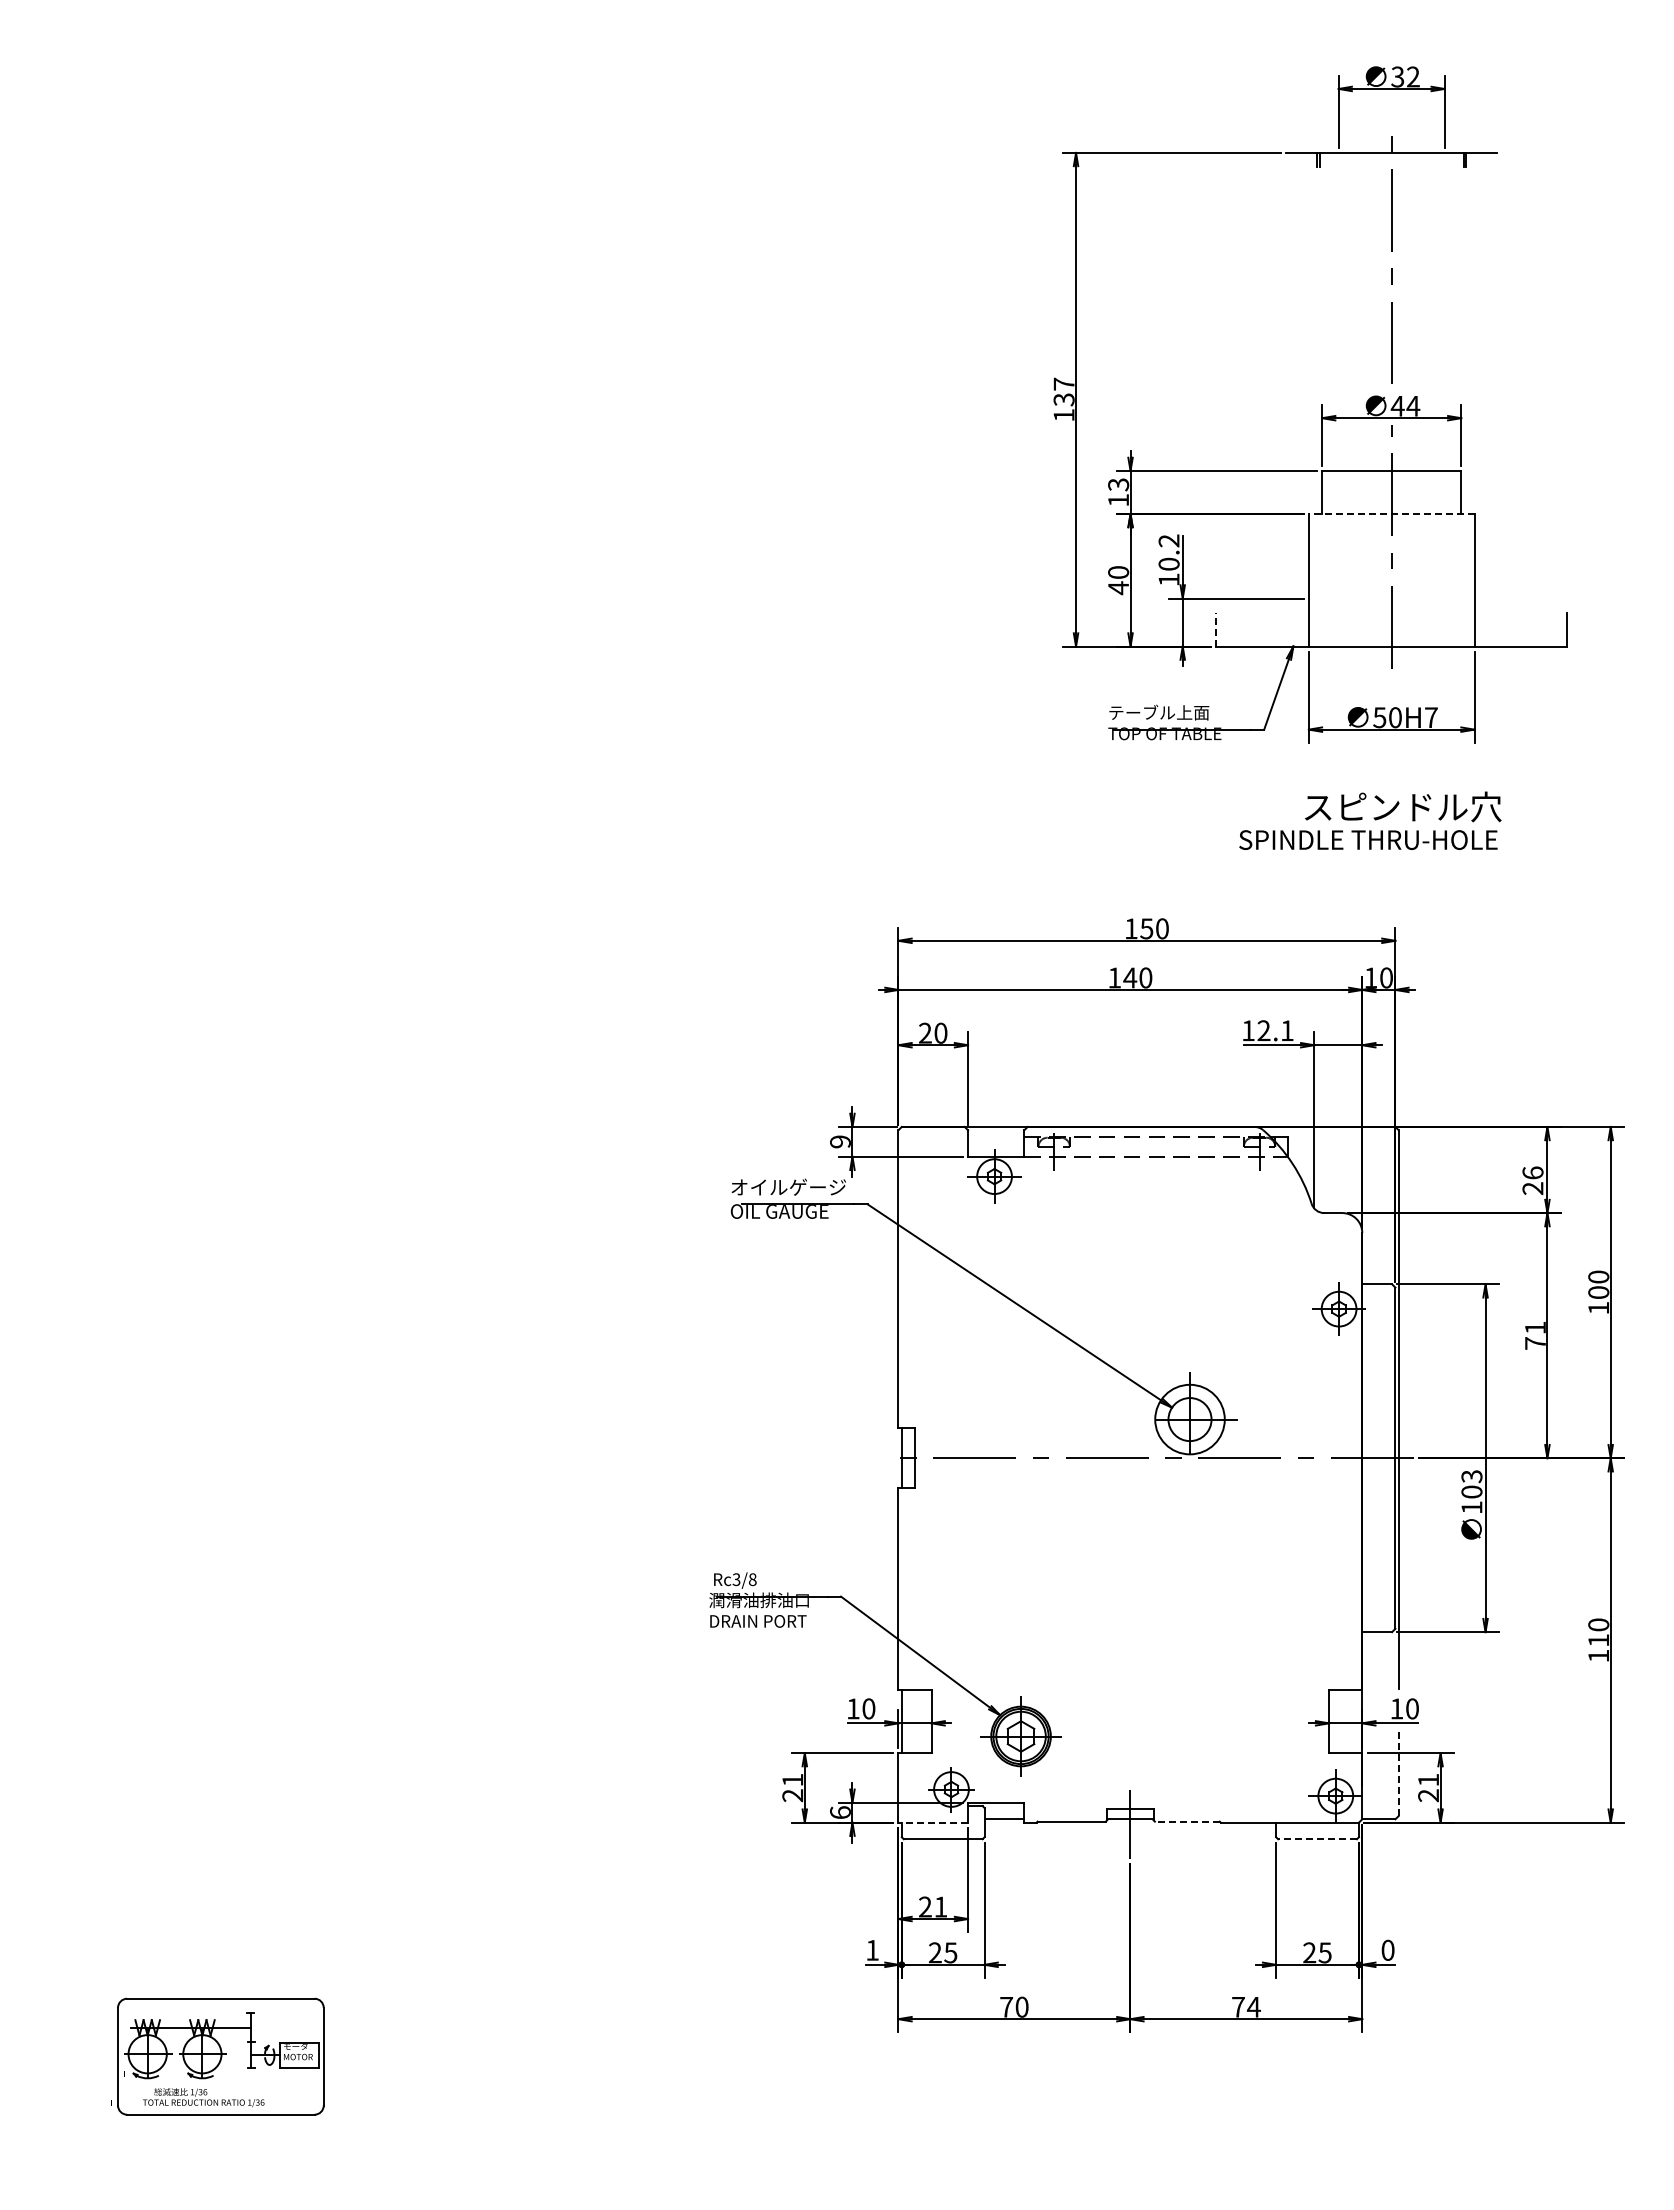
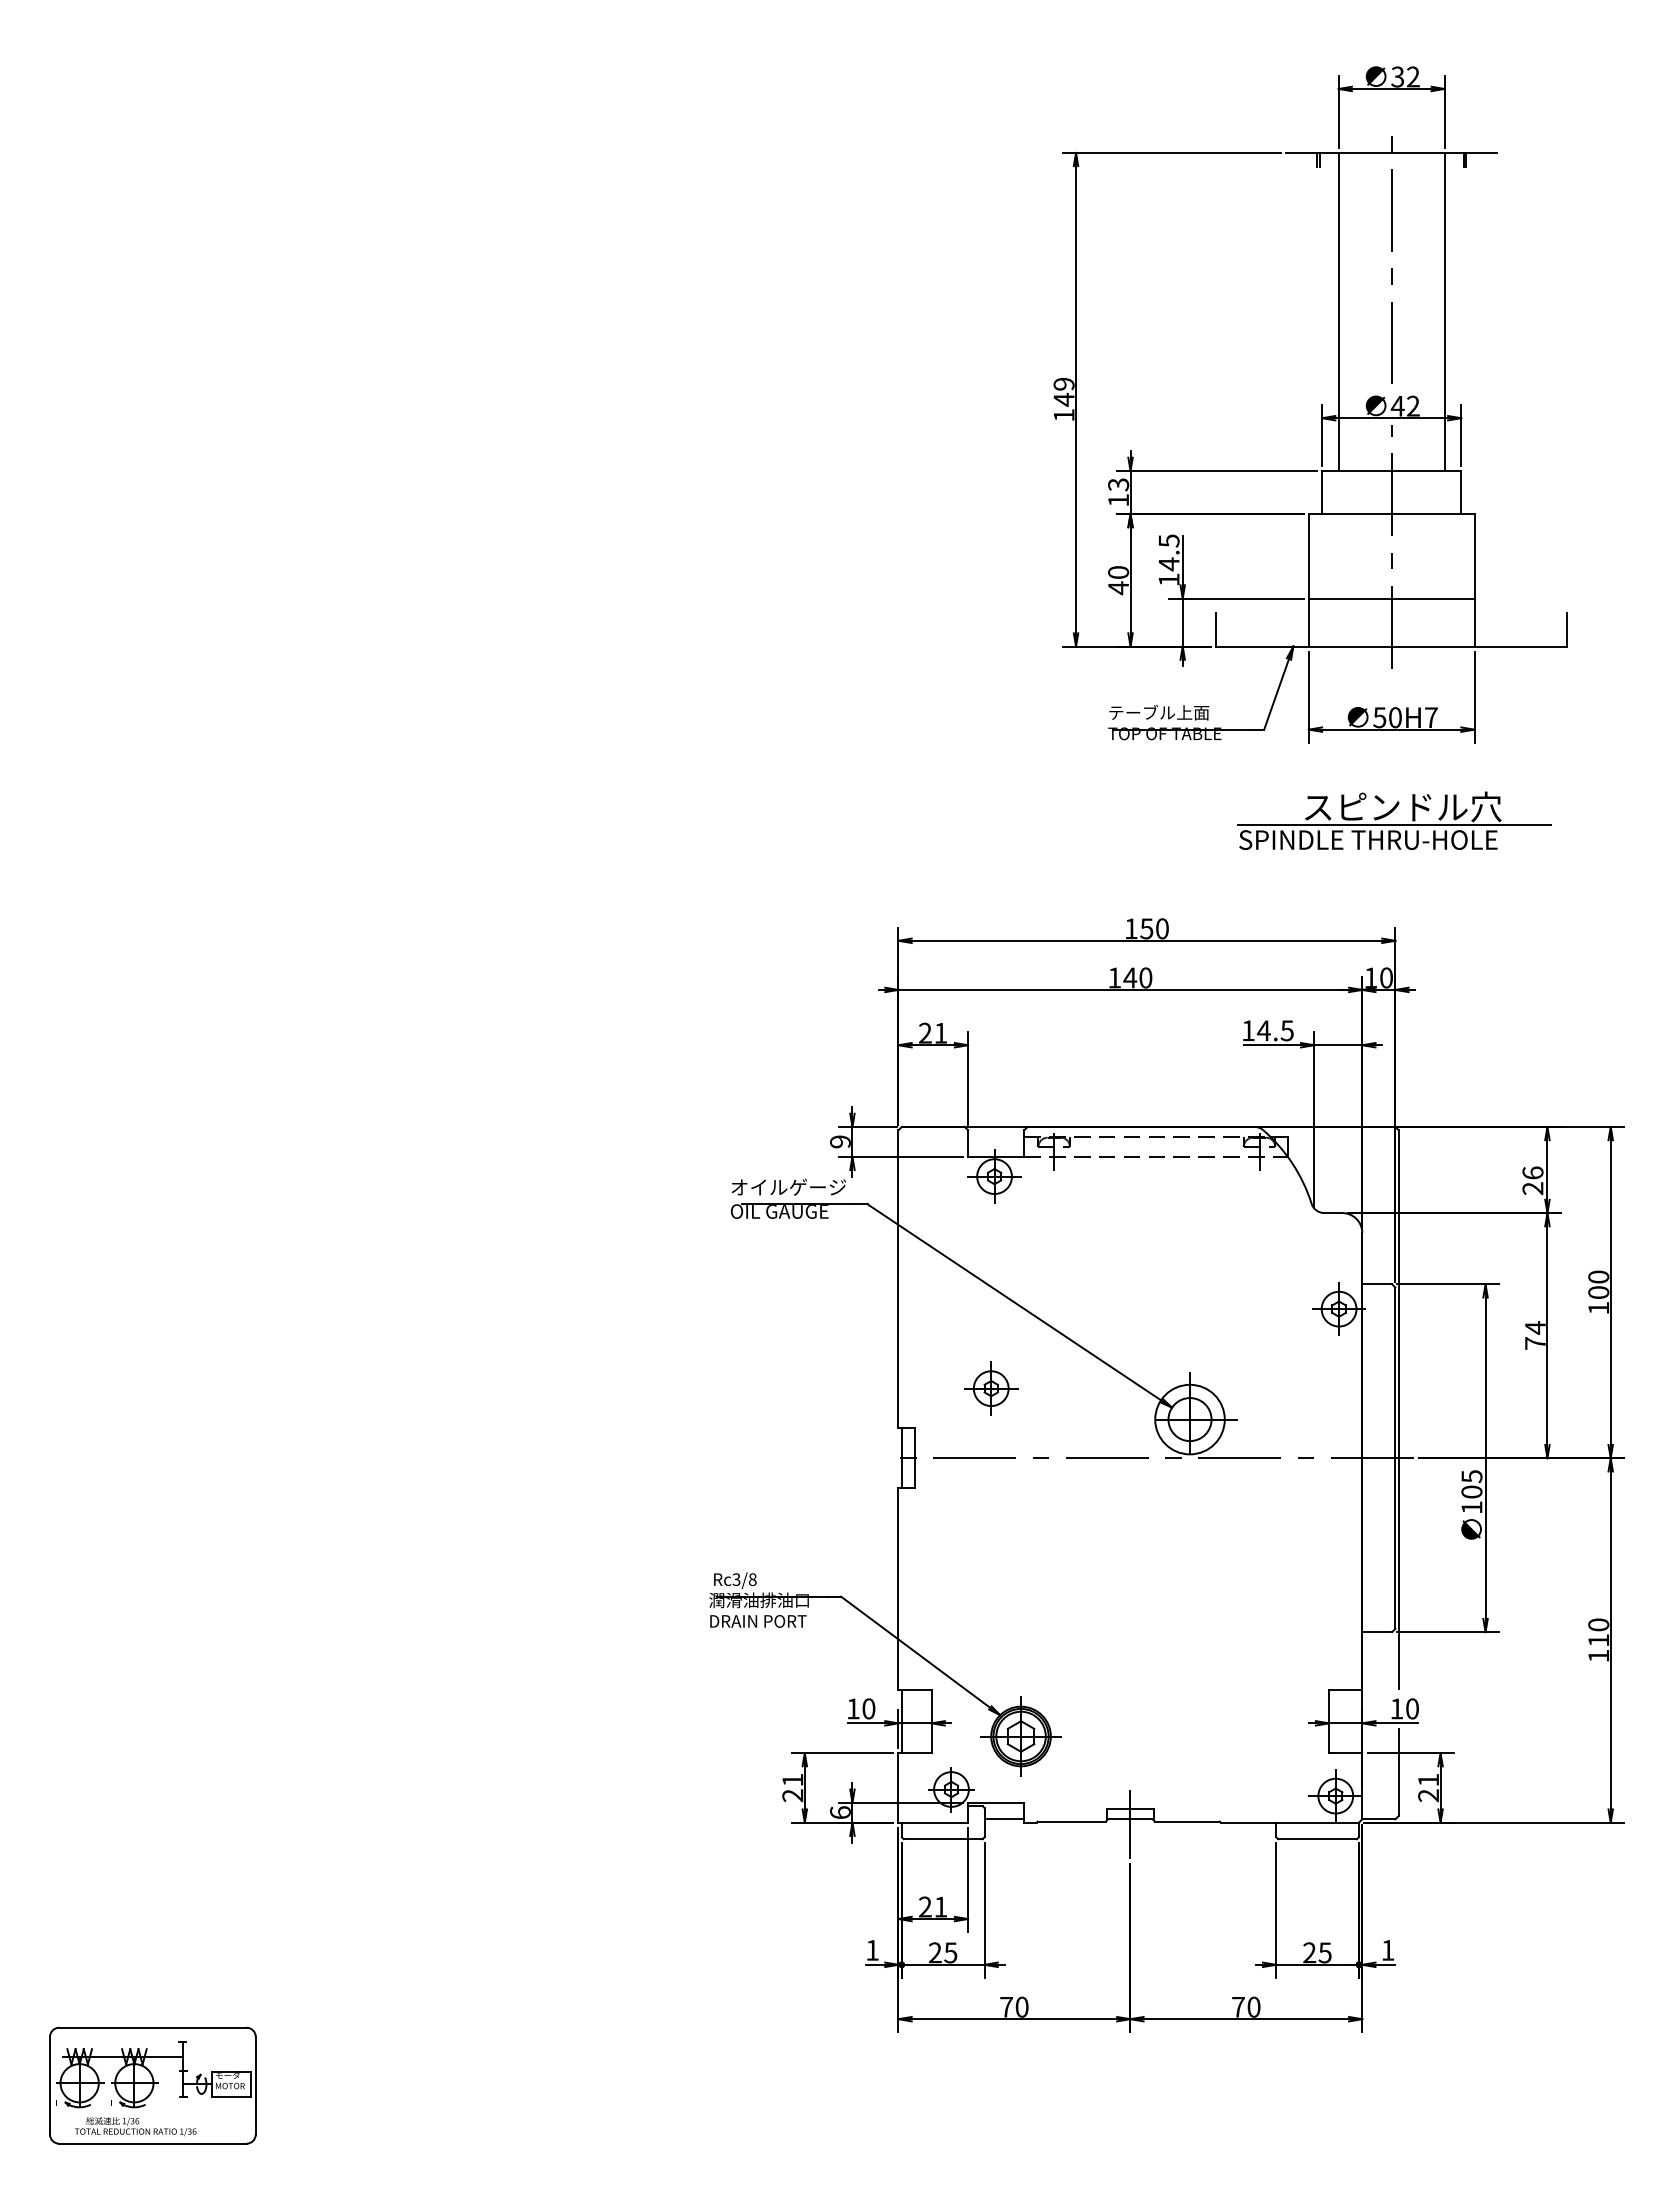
line at (1338, 311): none -> present
line at (1444, 311): none -> present
text at (1063, 391): 137 -> 149
text at (1413, 405): 44 -> 42
line at (1391, 514): dashed -> solid
text at (1168, 552): 10.2 -> 14.5
line at (1391, 598): none -> present
line at (1216, 630): dashed -> solid
line at (1393, 824): none -> present
text at (1274, 1030): 12.1 -> 14.5
text at (940, 1032): 20 -> 21
text at (1535, 1328): 71 -> 74
part at (991, 1388): none -> present
text at (1471, 1476): 103 -> 105
line at (1398, 1772): dashed -> solid
line at (1186, 1821): dashed -> solid
line at (933, 1822): dashed -> solid
line at (1317, 1839): dashed -> solid
text at (1387, 1949): 0 -> 1
text at (1253, 2006): 74 -> 70
part at (220, 2056) position: (220, 2056) -> (152, 2085)
